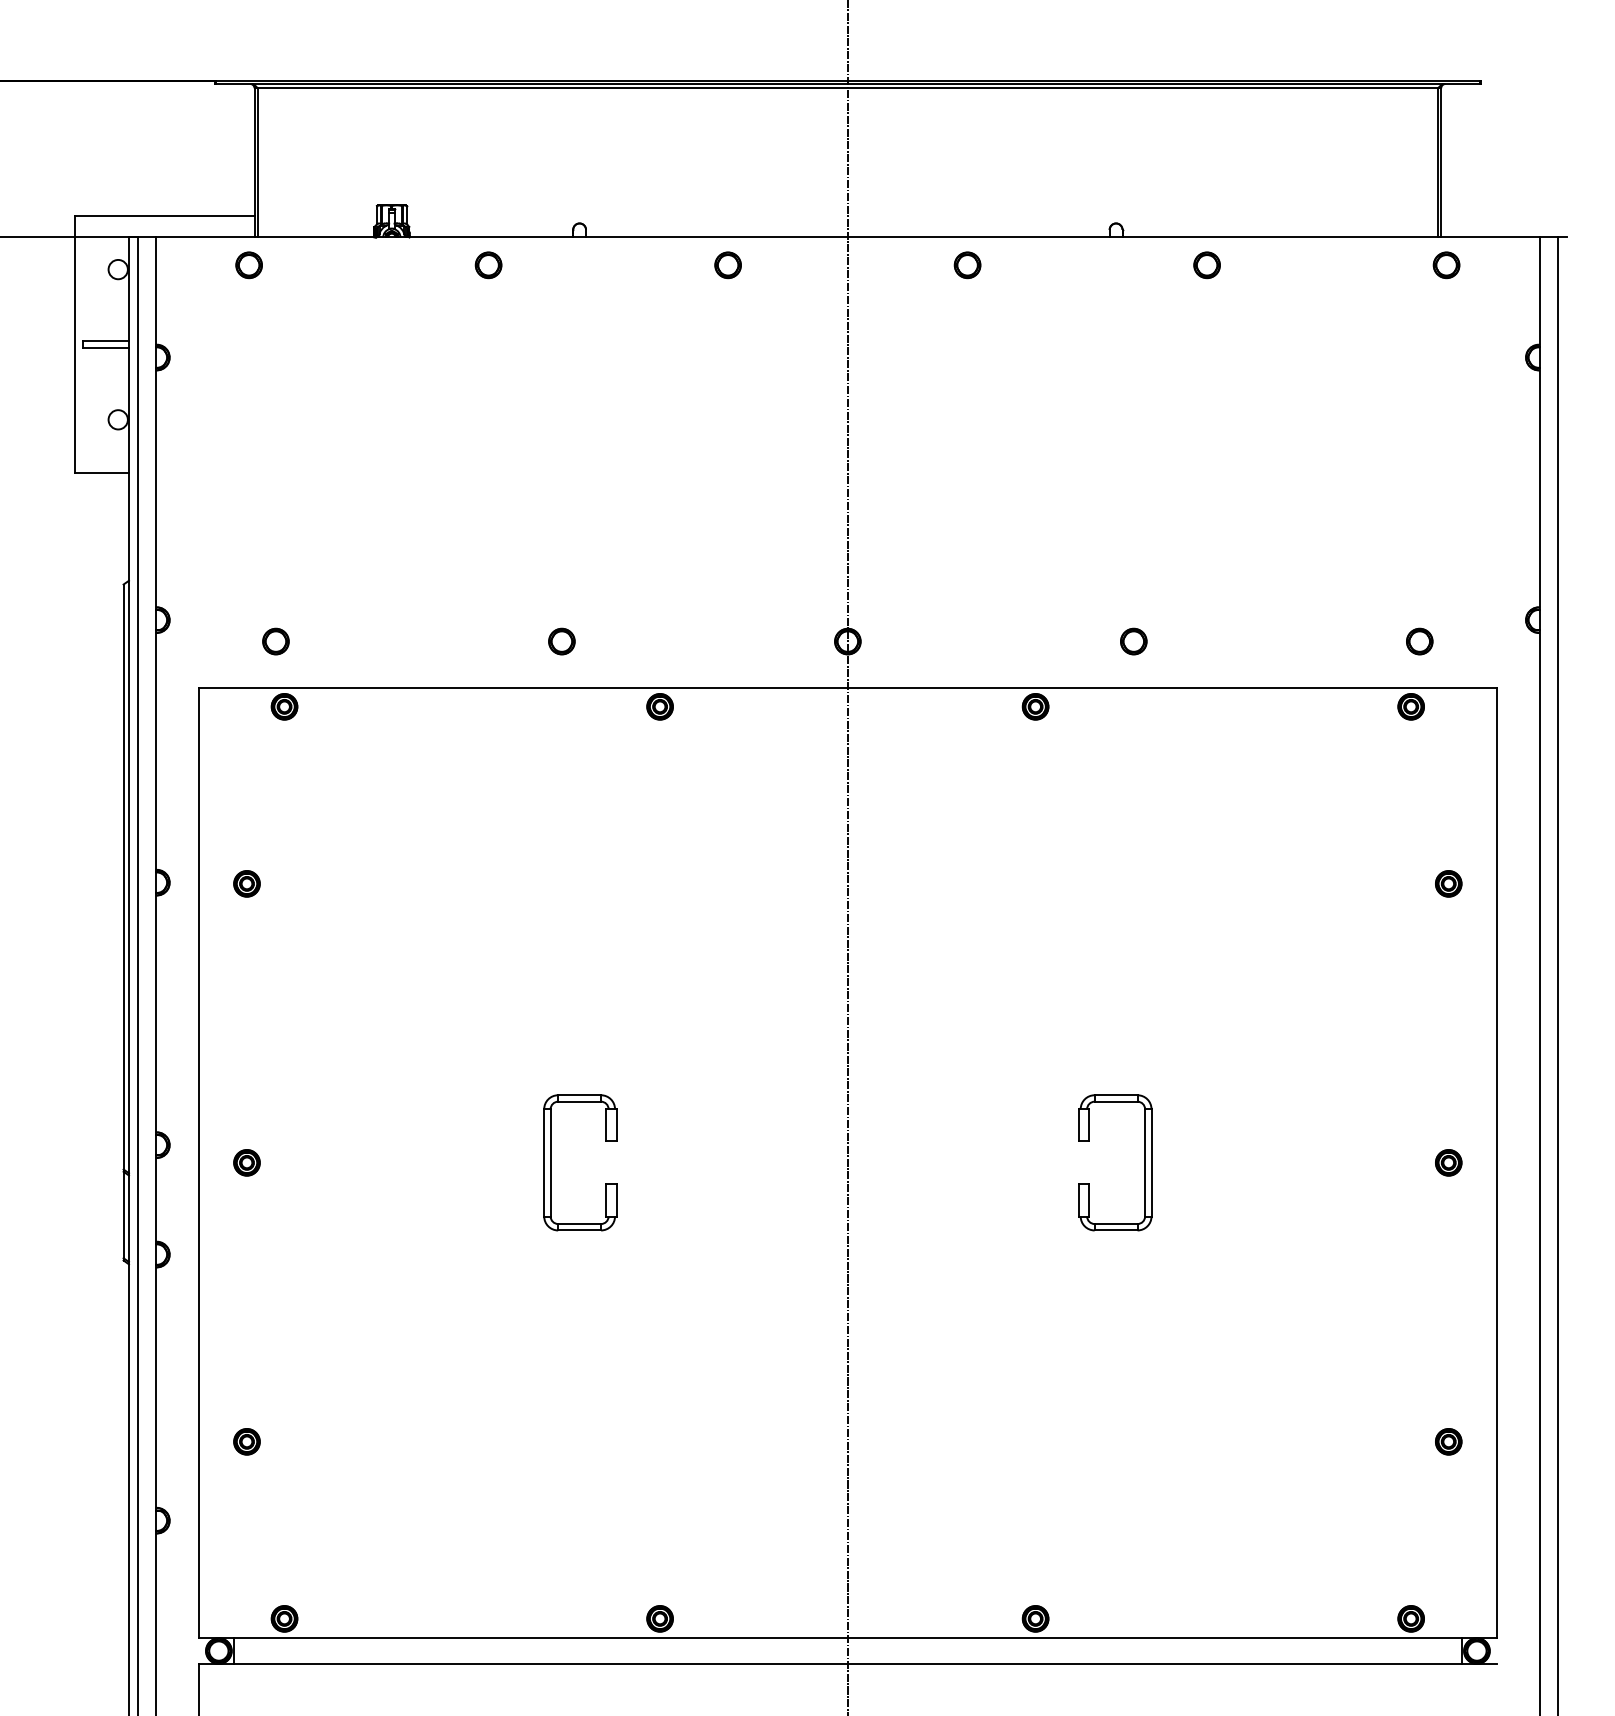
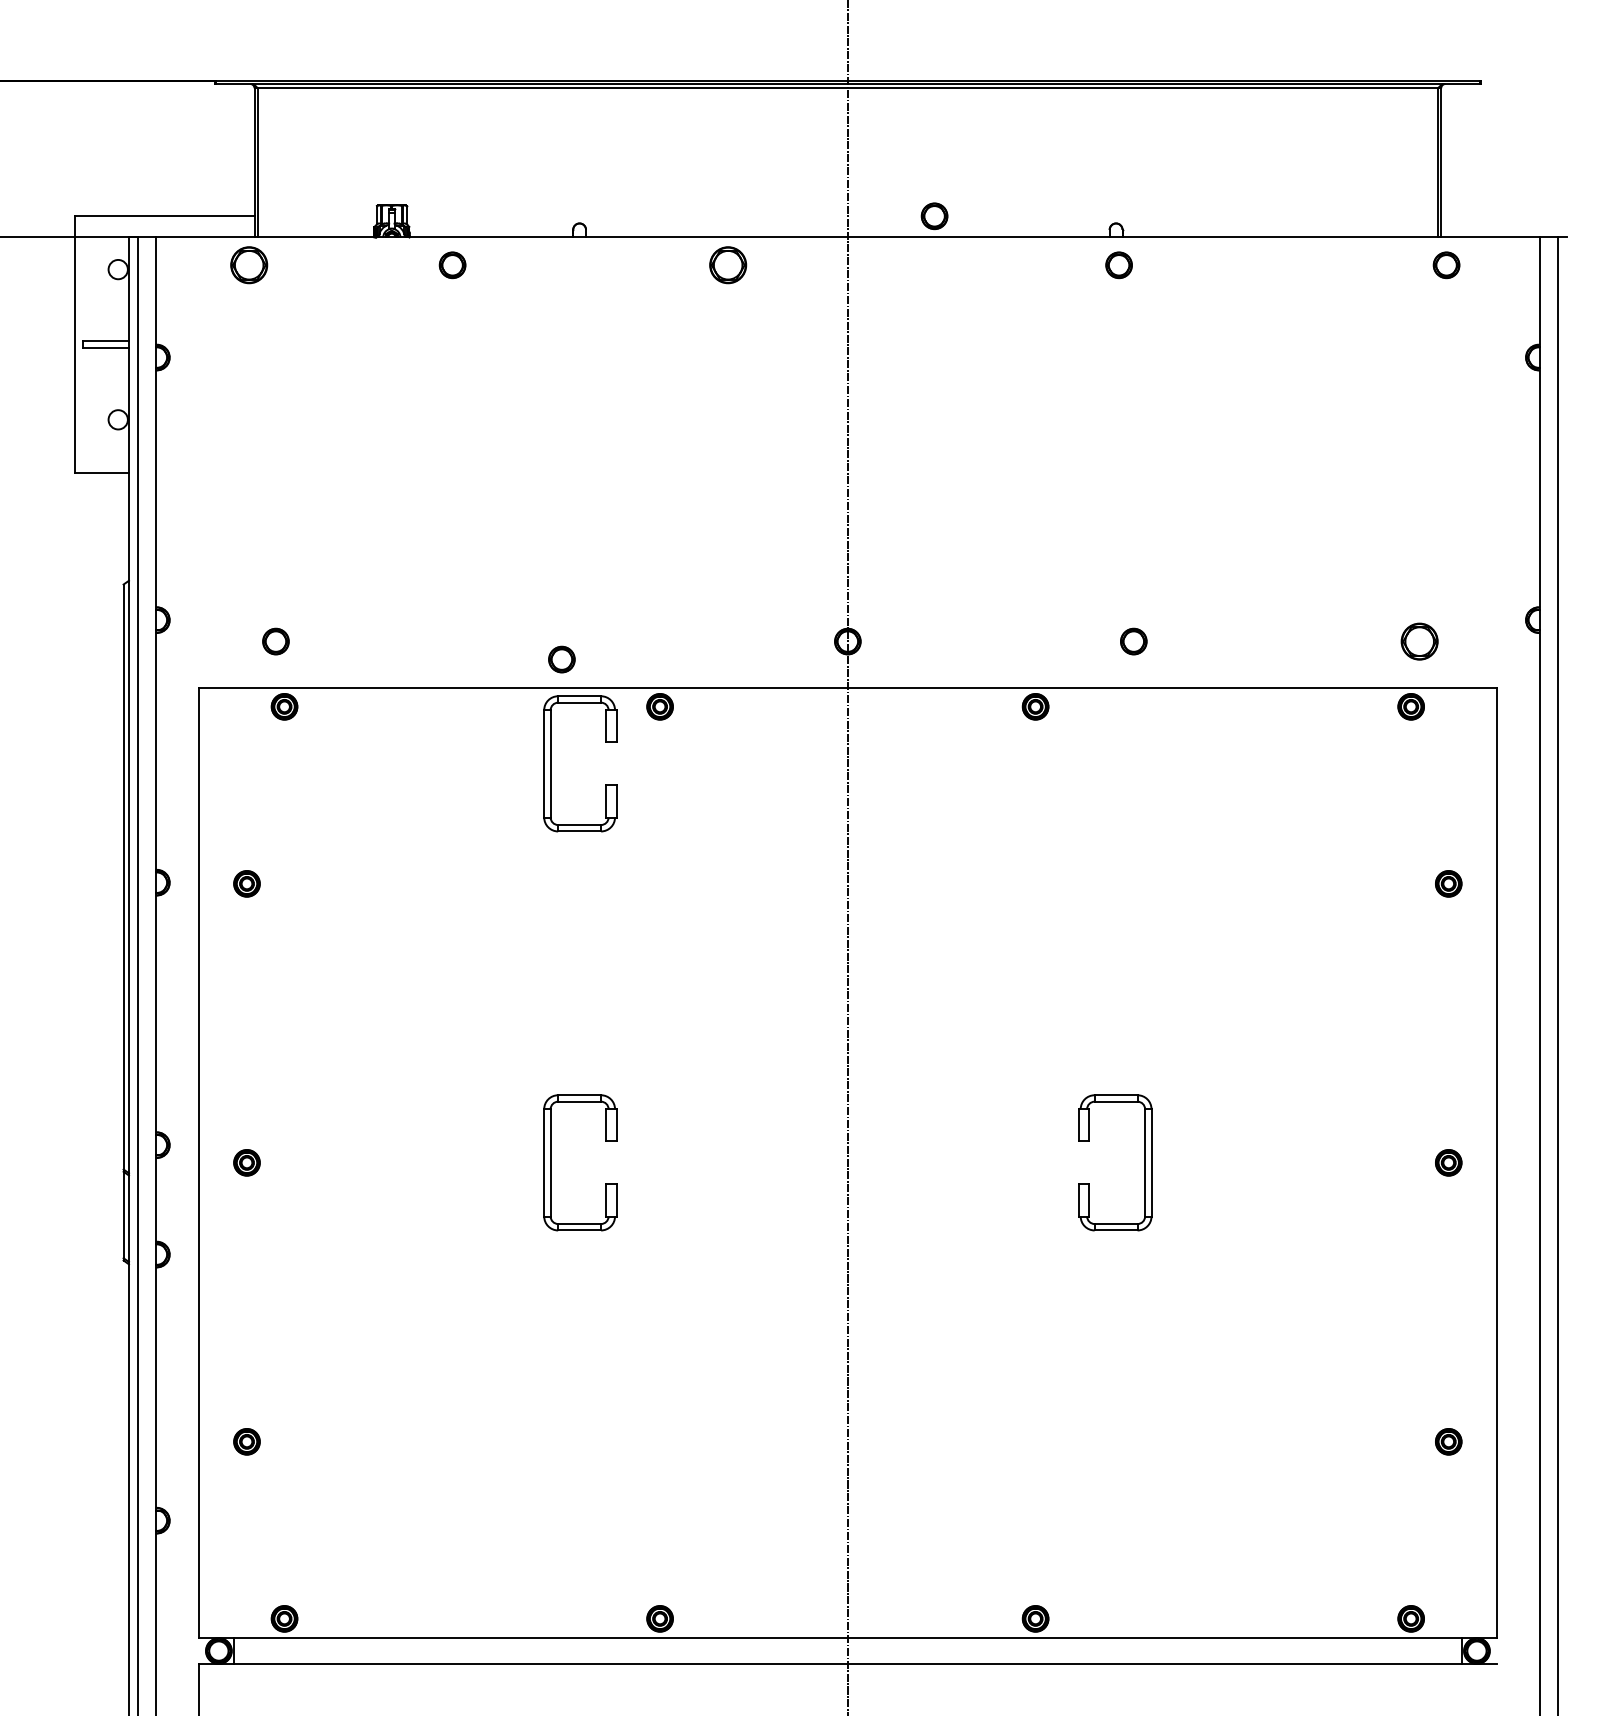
part at (248, 265) size: 28x29 px -> 39x39 px
part at (488, 265) position: (488, 265) -> (452, 265)
part at (727, 265) size: 28x29 px -> 39x39 px
part at (967, 265) position: (967, 265) -> (934, 216)
part at (1206, 265) position: (1206, 265) -> (1118, 265)
part at (561, 641) position: (561, 641) -> (561, 659)
part at (1419, 641) size: 28x29 px -> 39x39 px
part at (551, 763): none -> present
